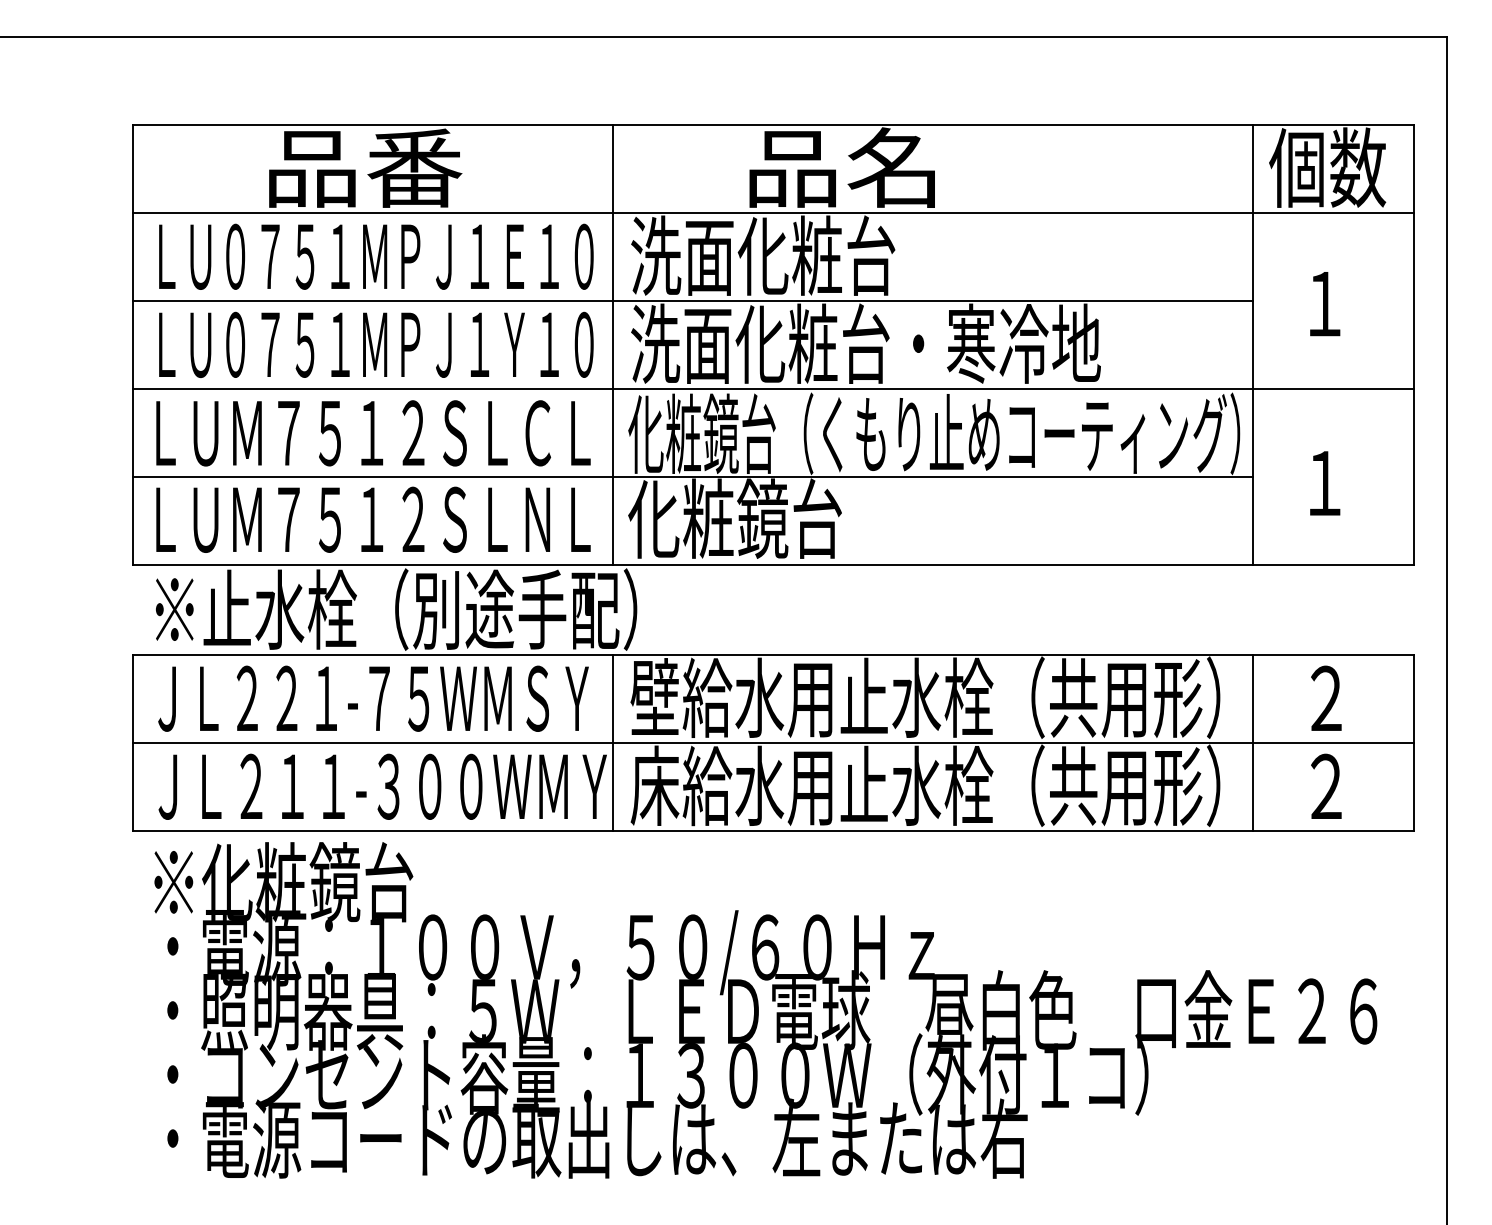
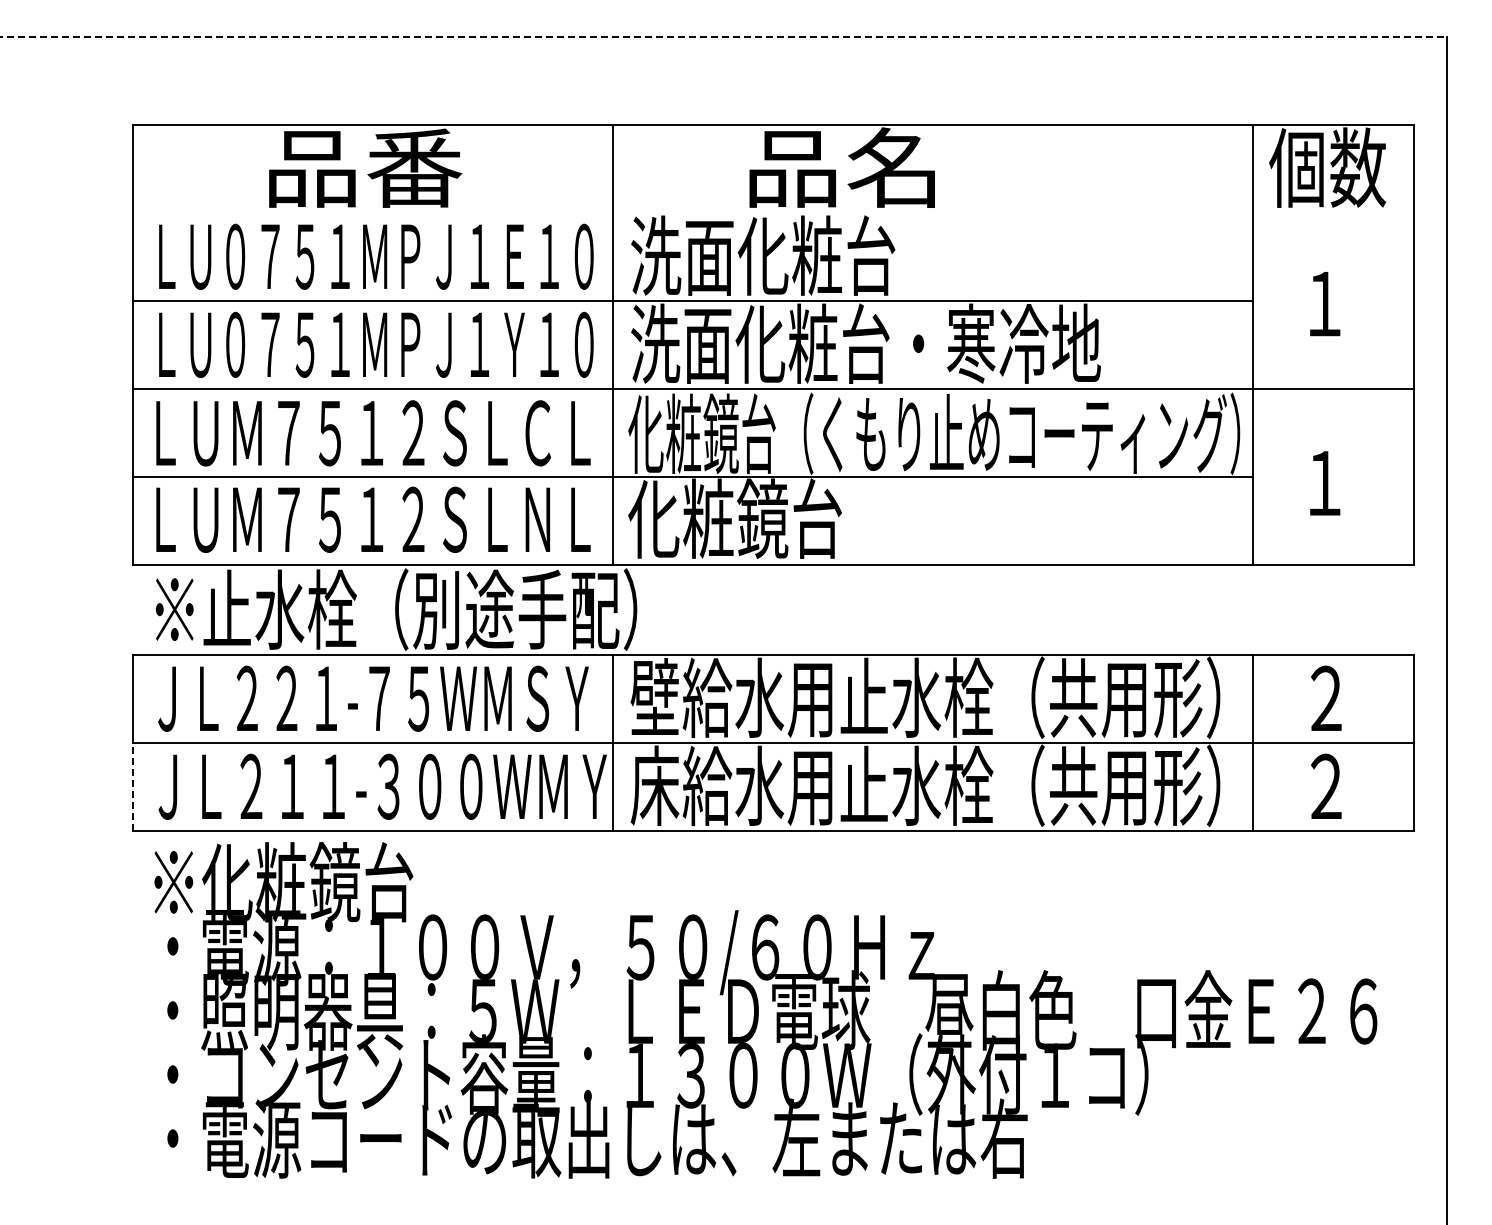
line at (724, 36): solid -> dashed
line at (772, 212): present -> none
line at (132, 786): solid -> dashed
